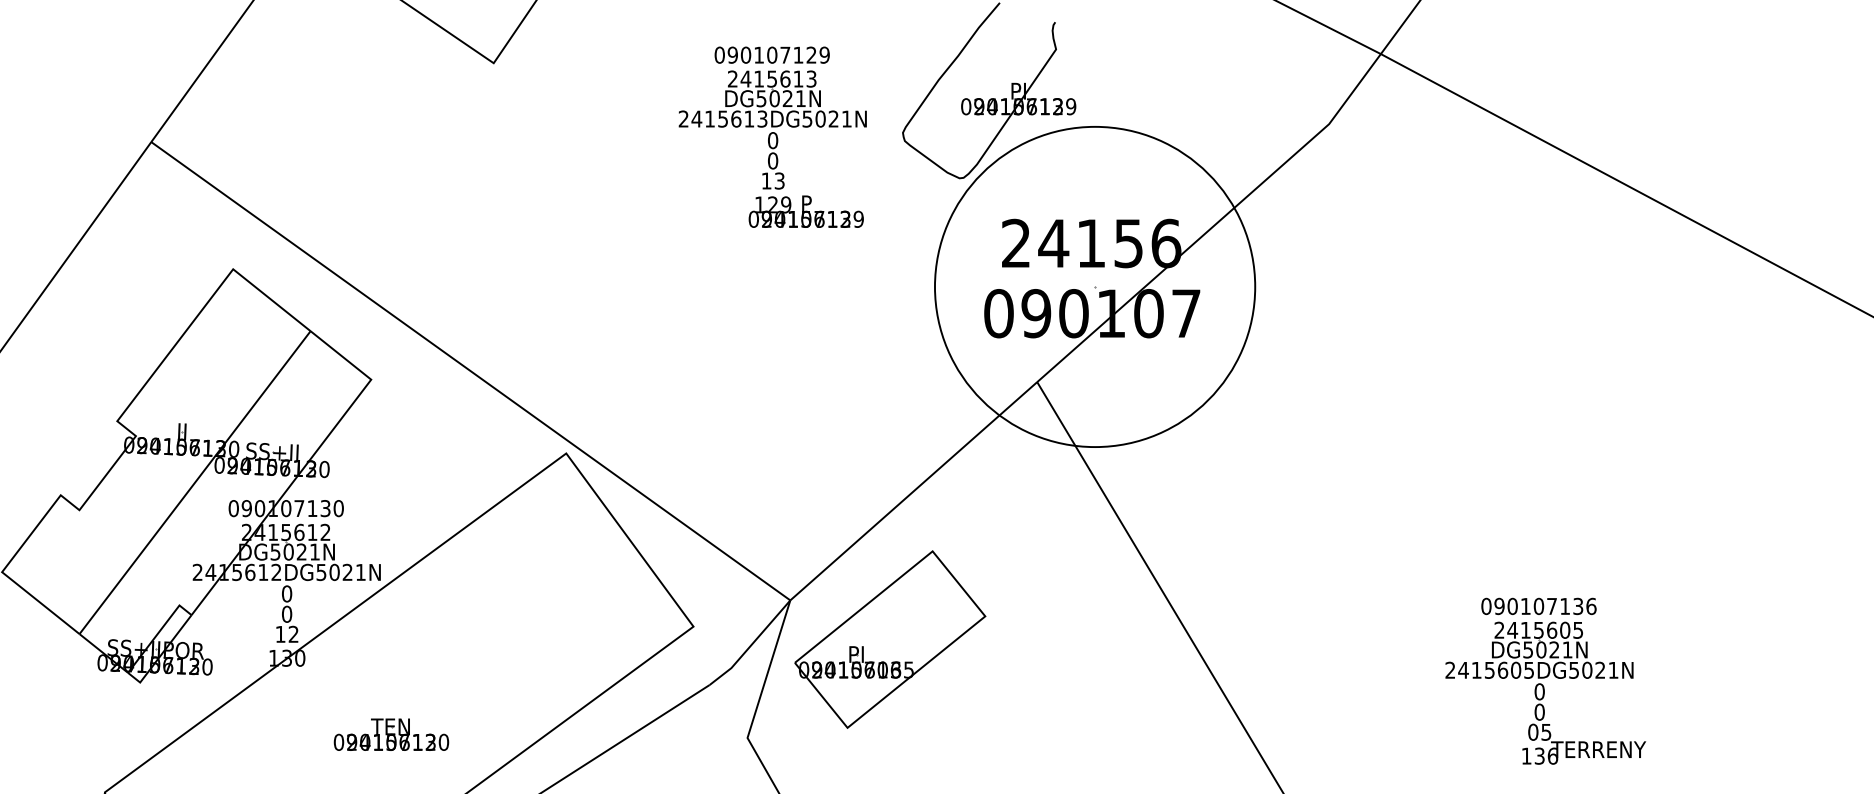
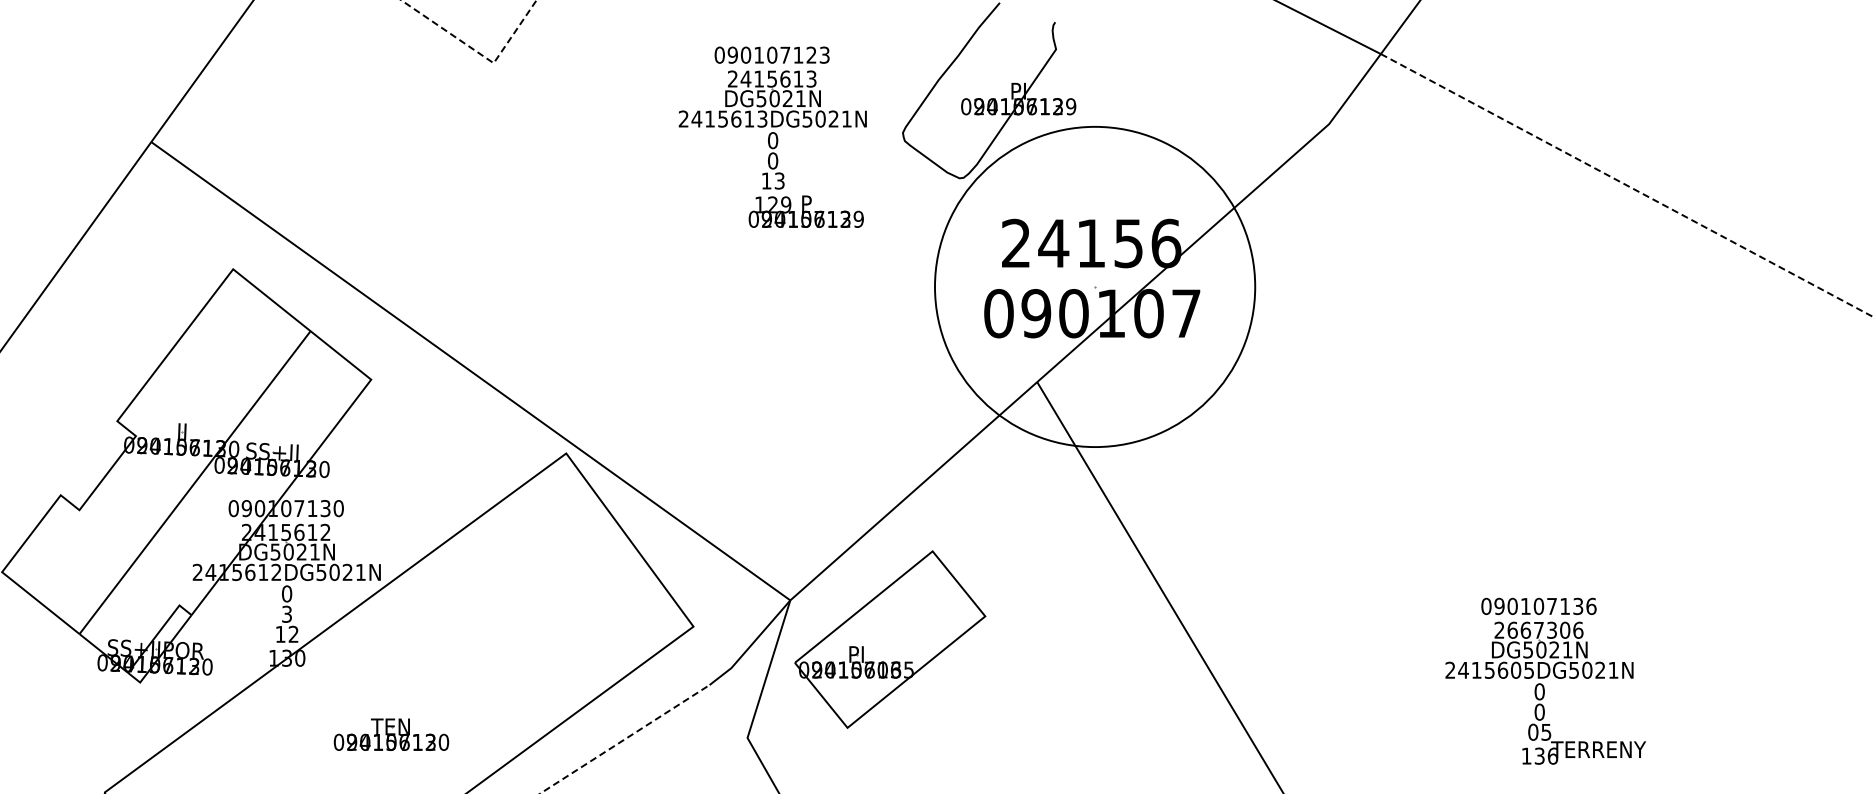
line at (479, 53): solid -> dashed
text at (824, 54): 090107129 -> 090107123
line at (1627, 185): solid -> dashed
text at (287, 613): 0 -> 3
text at (1545, 629): 2415605 -> 2667306
line at (624, 739): solid -> dashed
